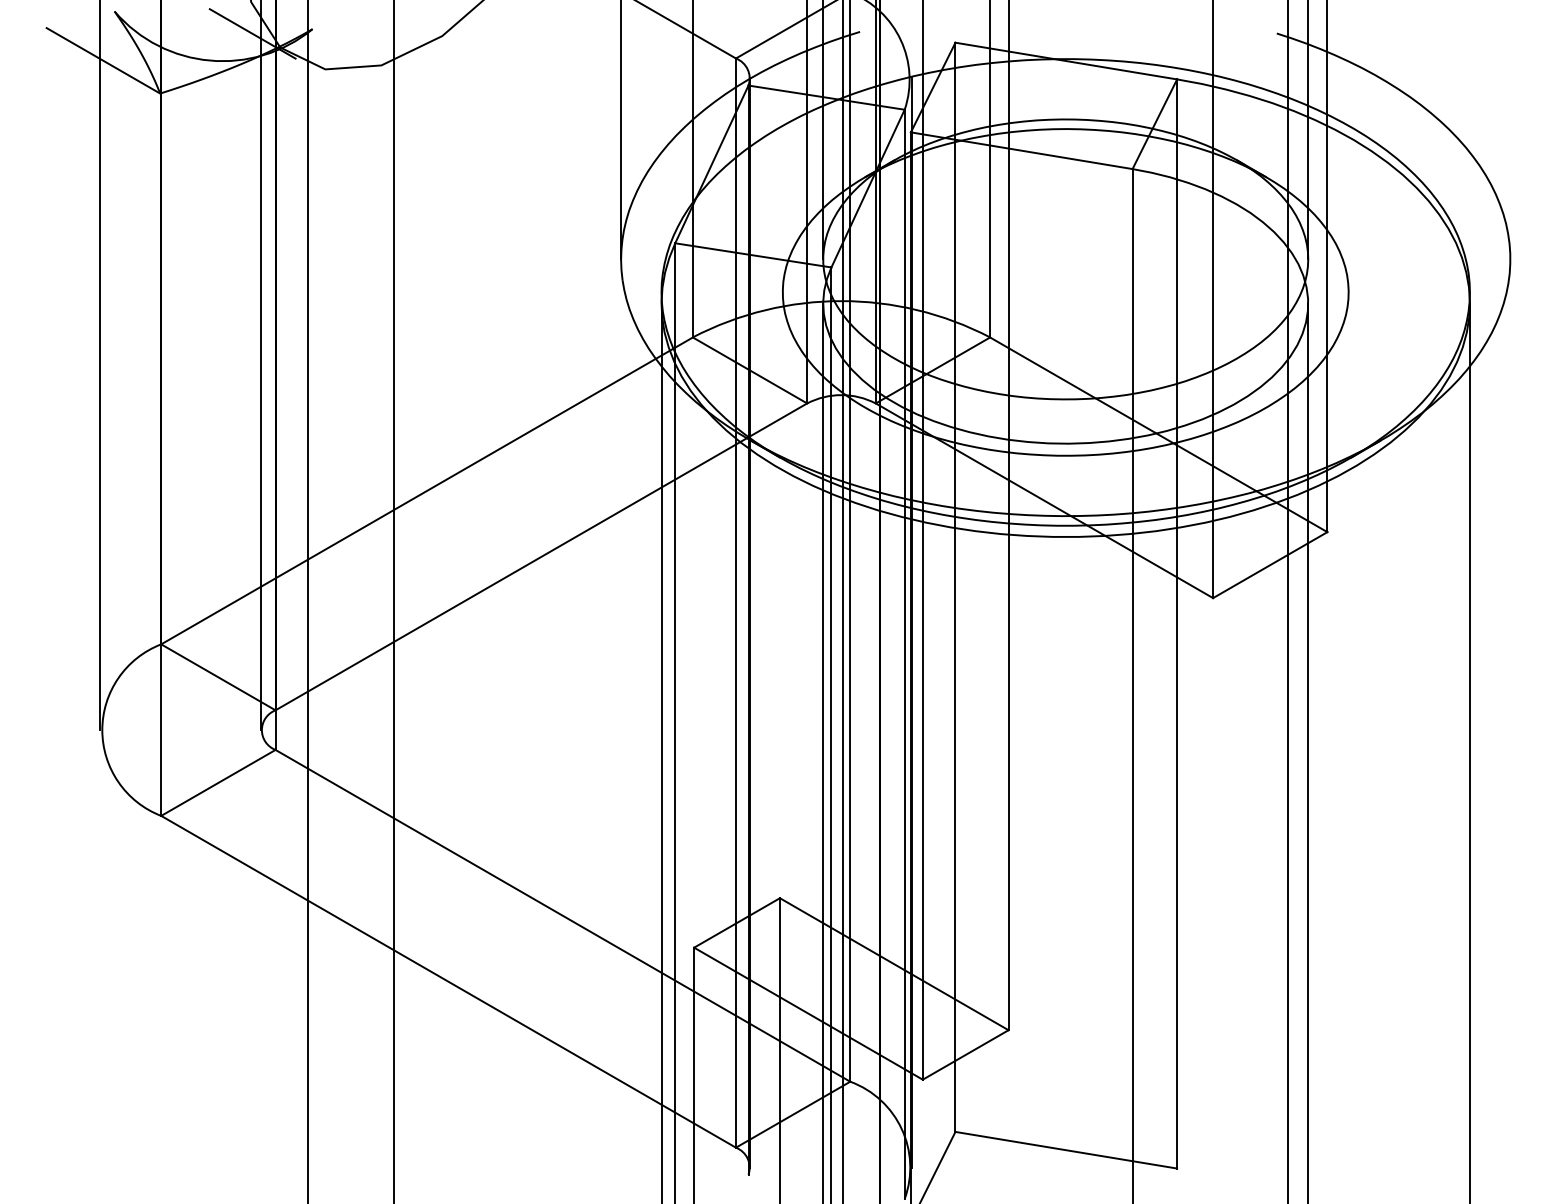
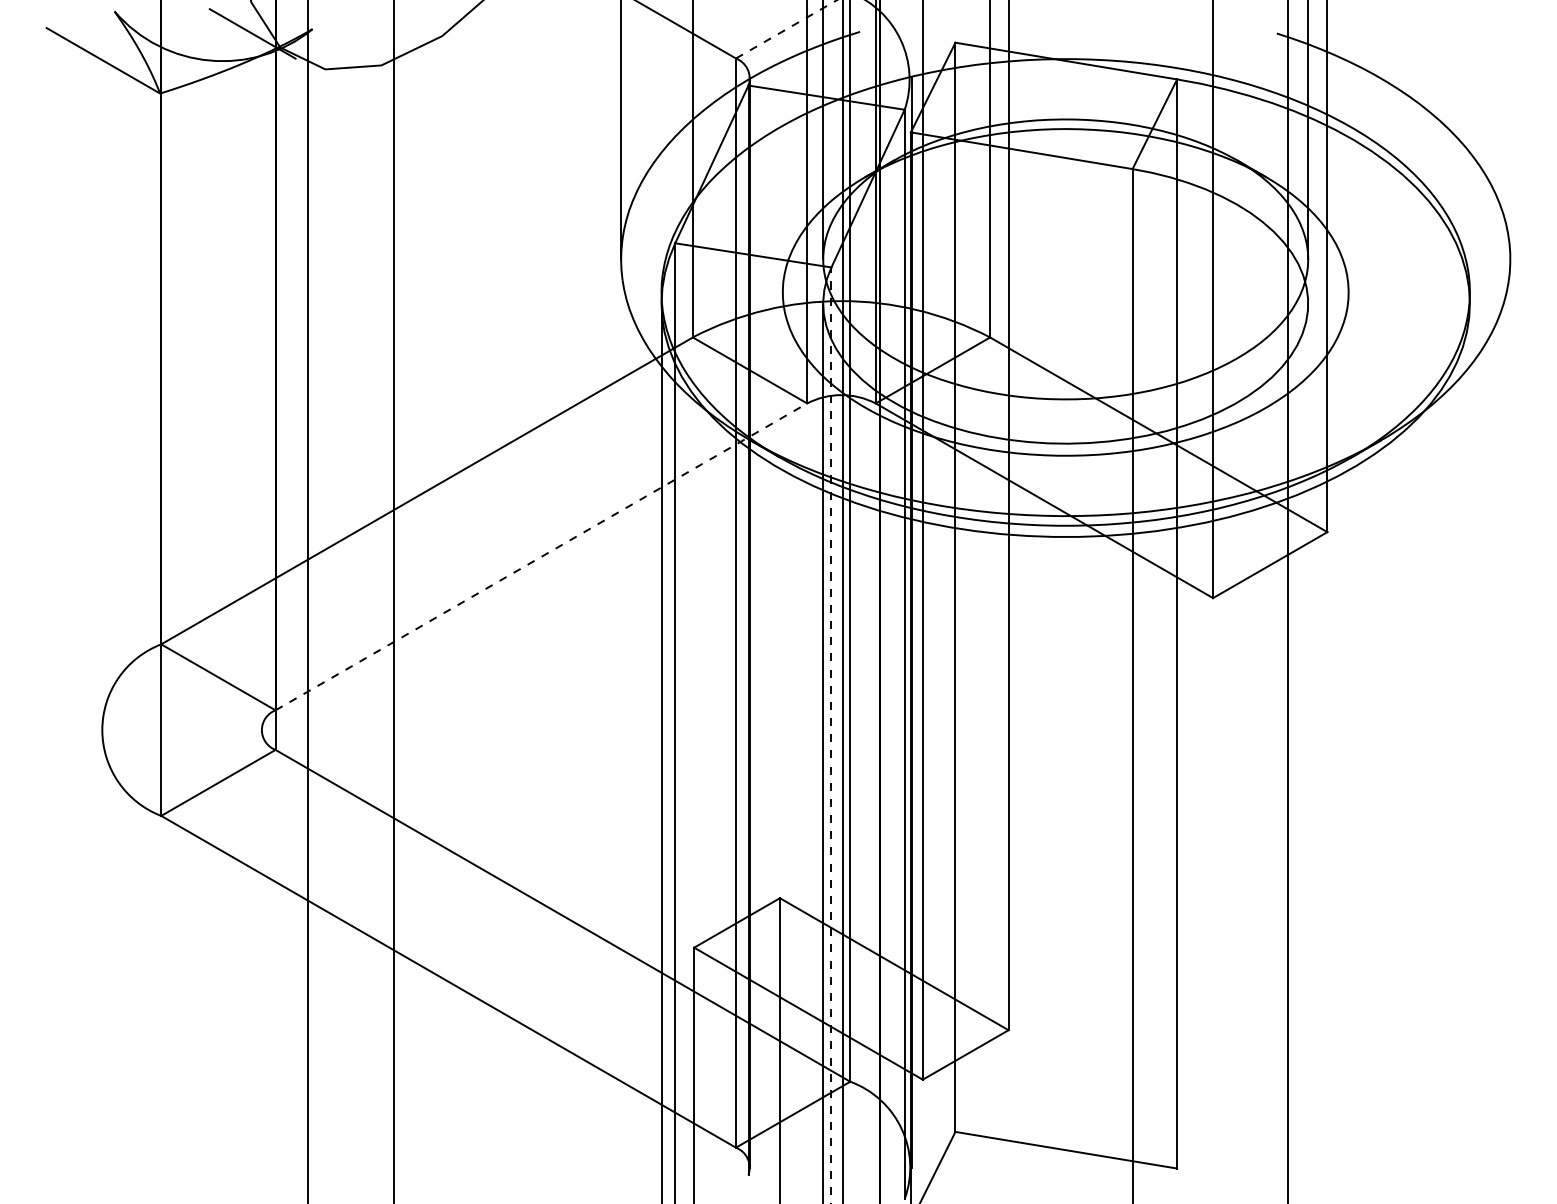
line at (787, 29): solid -> dashed
line at (99, 366): present -> none
line at (261, 366): present -> none
line at (541, 556): solid -> dashed
line at (831, 735): solid -> dashed
line at (1308, 751): present -> none
line at (1469, 751): present -> none
